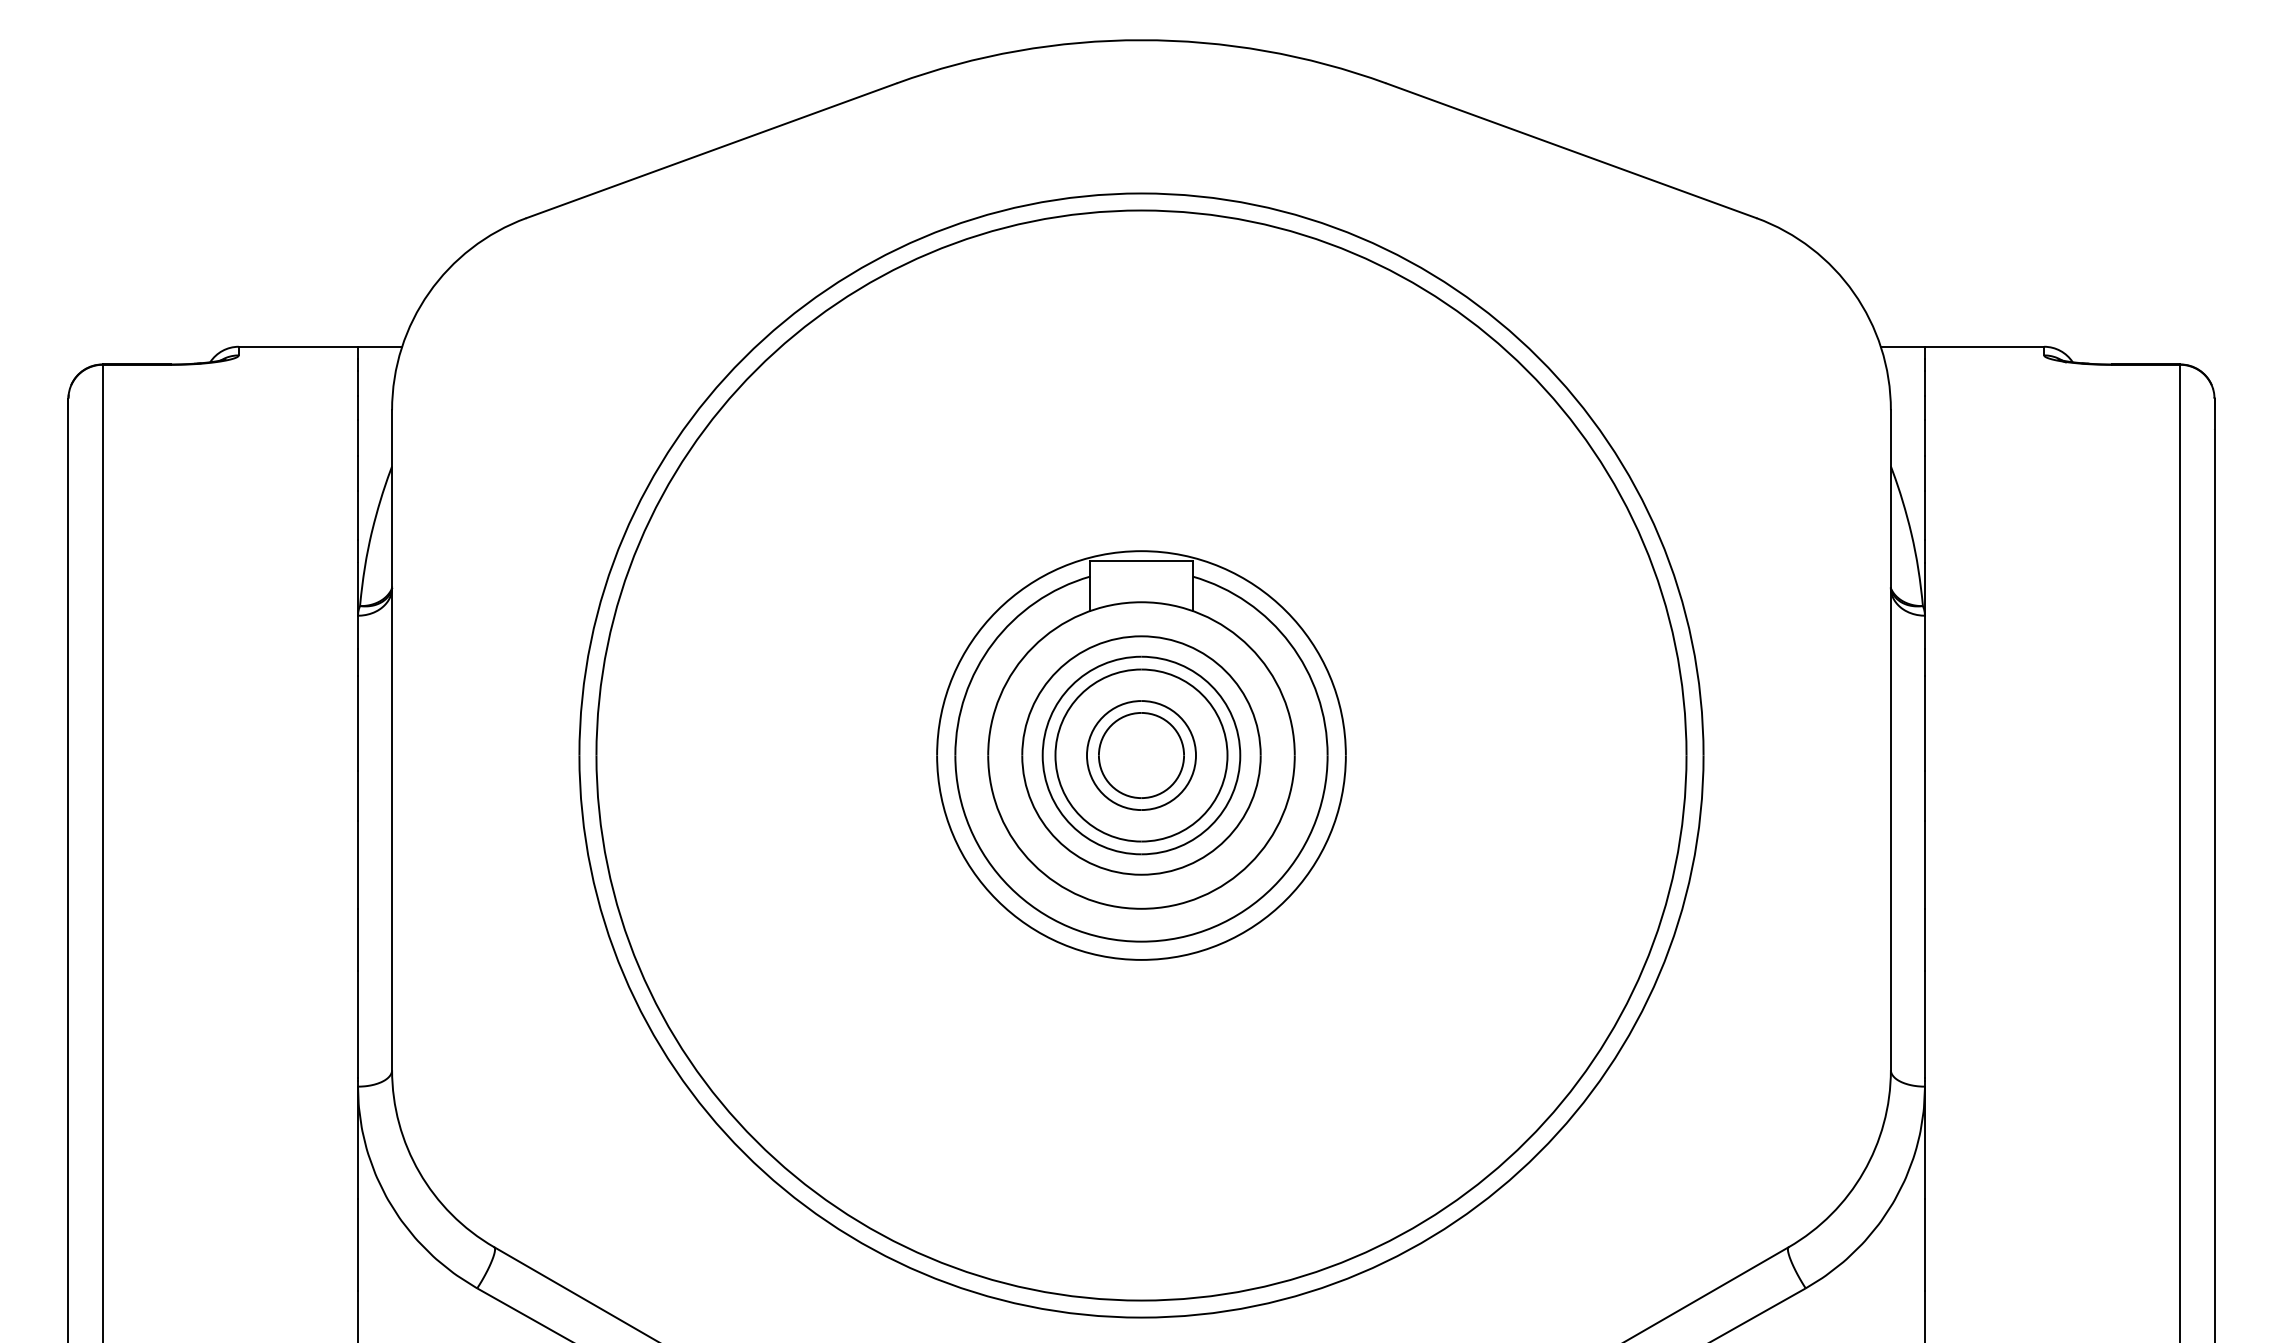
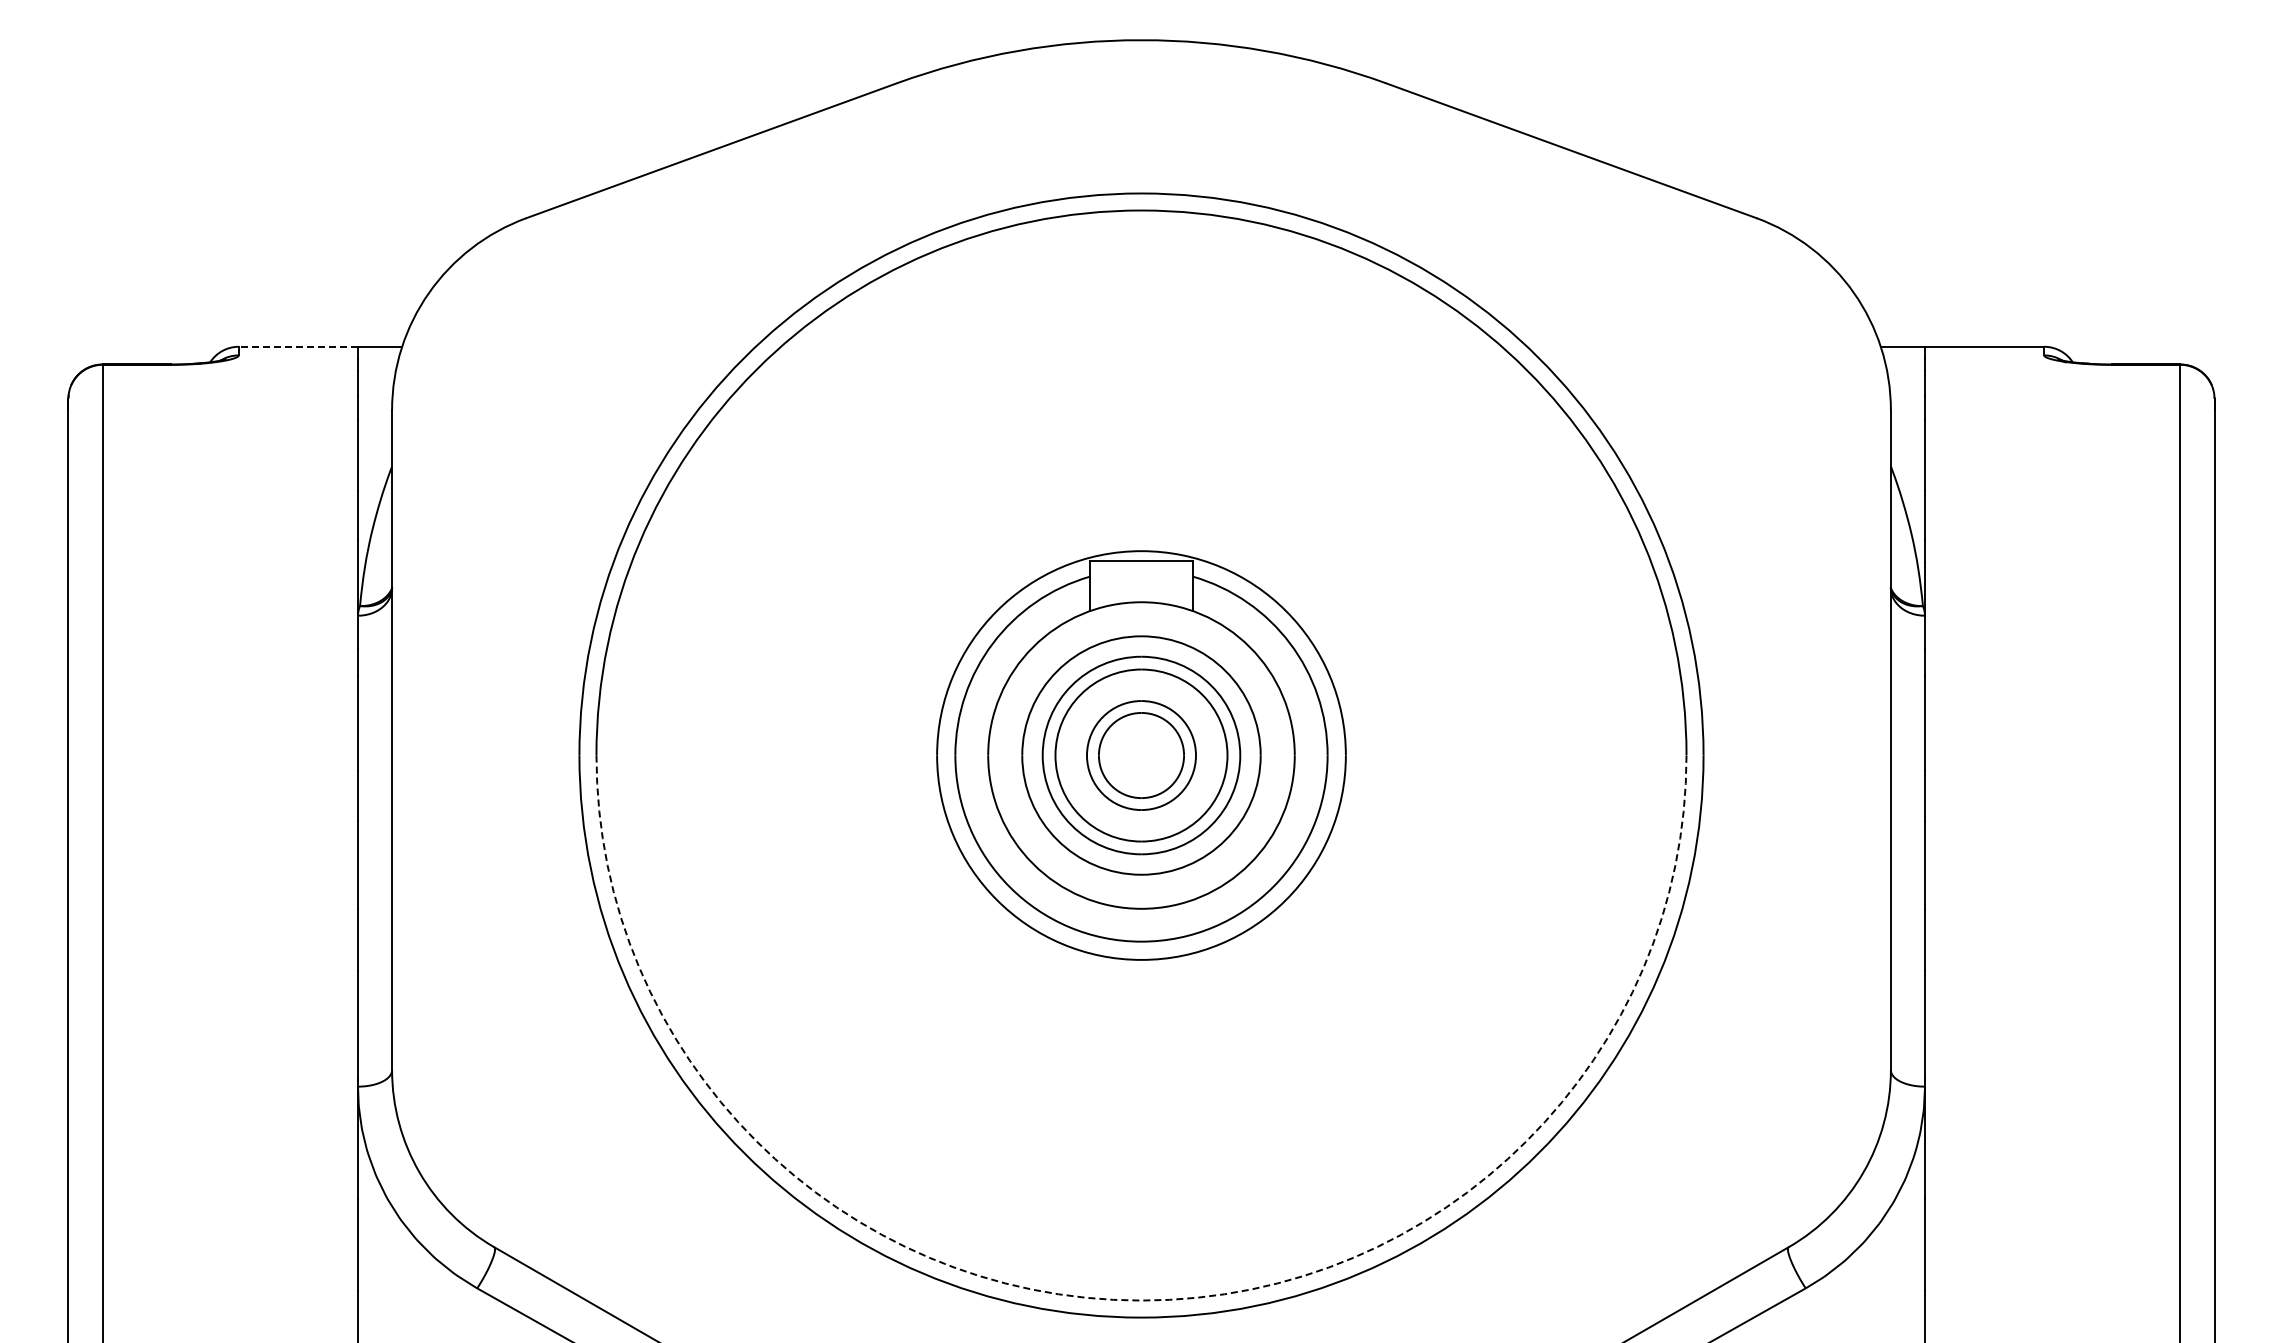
line at (298, 346): solid -> dashed
arc at (1141, 1300): solid -> dashed
